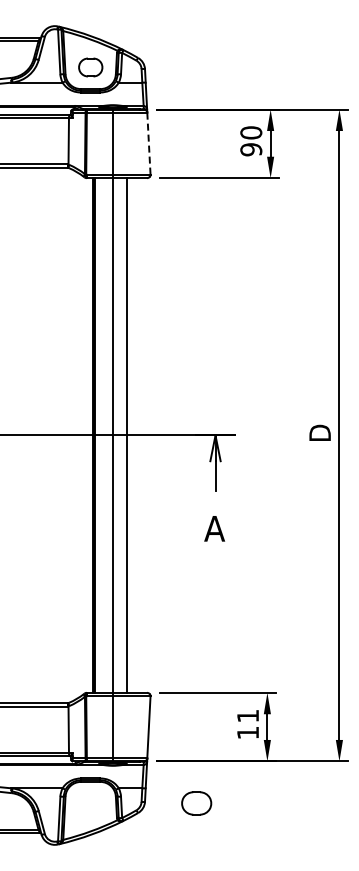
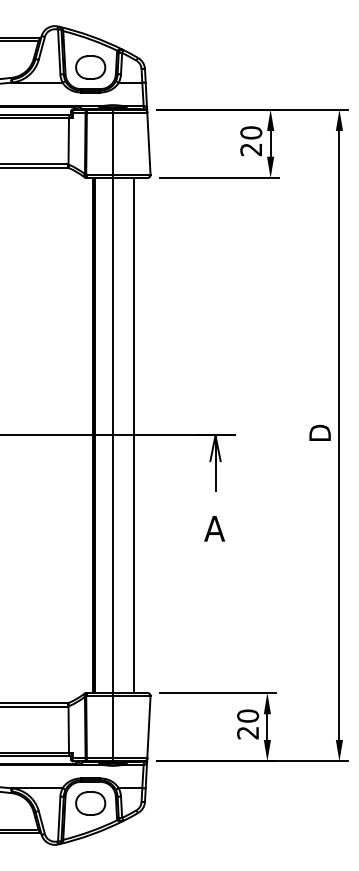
part at (90, 67) size: 26x21 px -> 32x25 px
line at (148, 143): dashed -> solid
text at (251, 149): 90 -> 20
line at (126, 435) position: (126, 435) -> (133, 435)
text at (248, 724): 11 -> 20
part at (196, 803) position: (196, 803) -> (90, 803)
